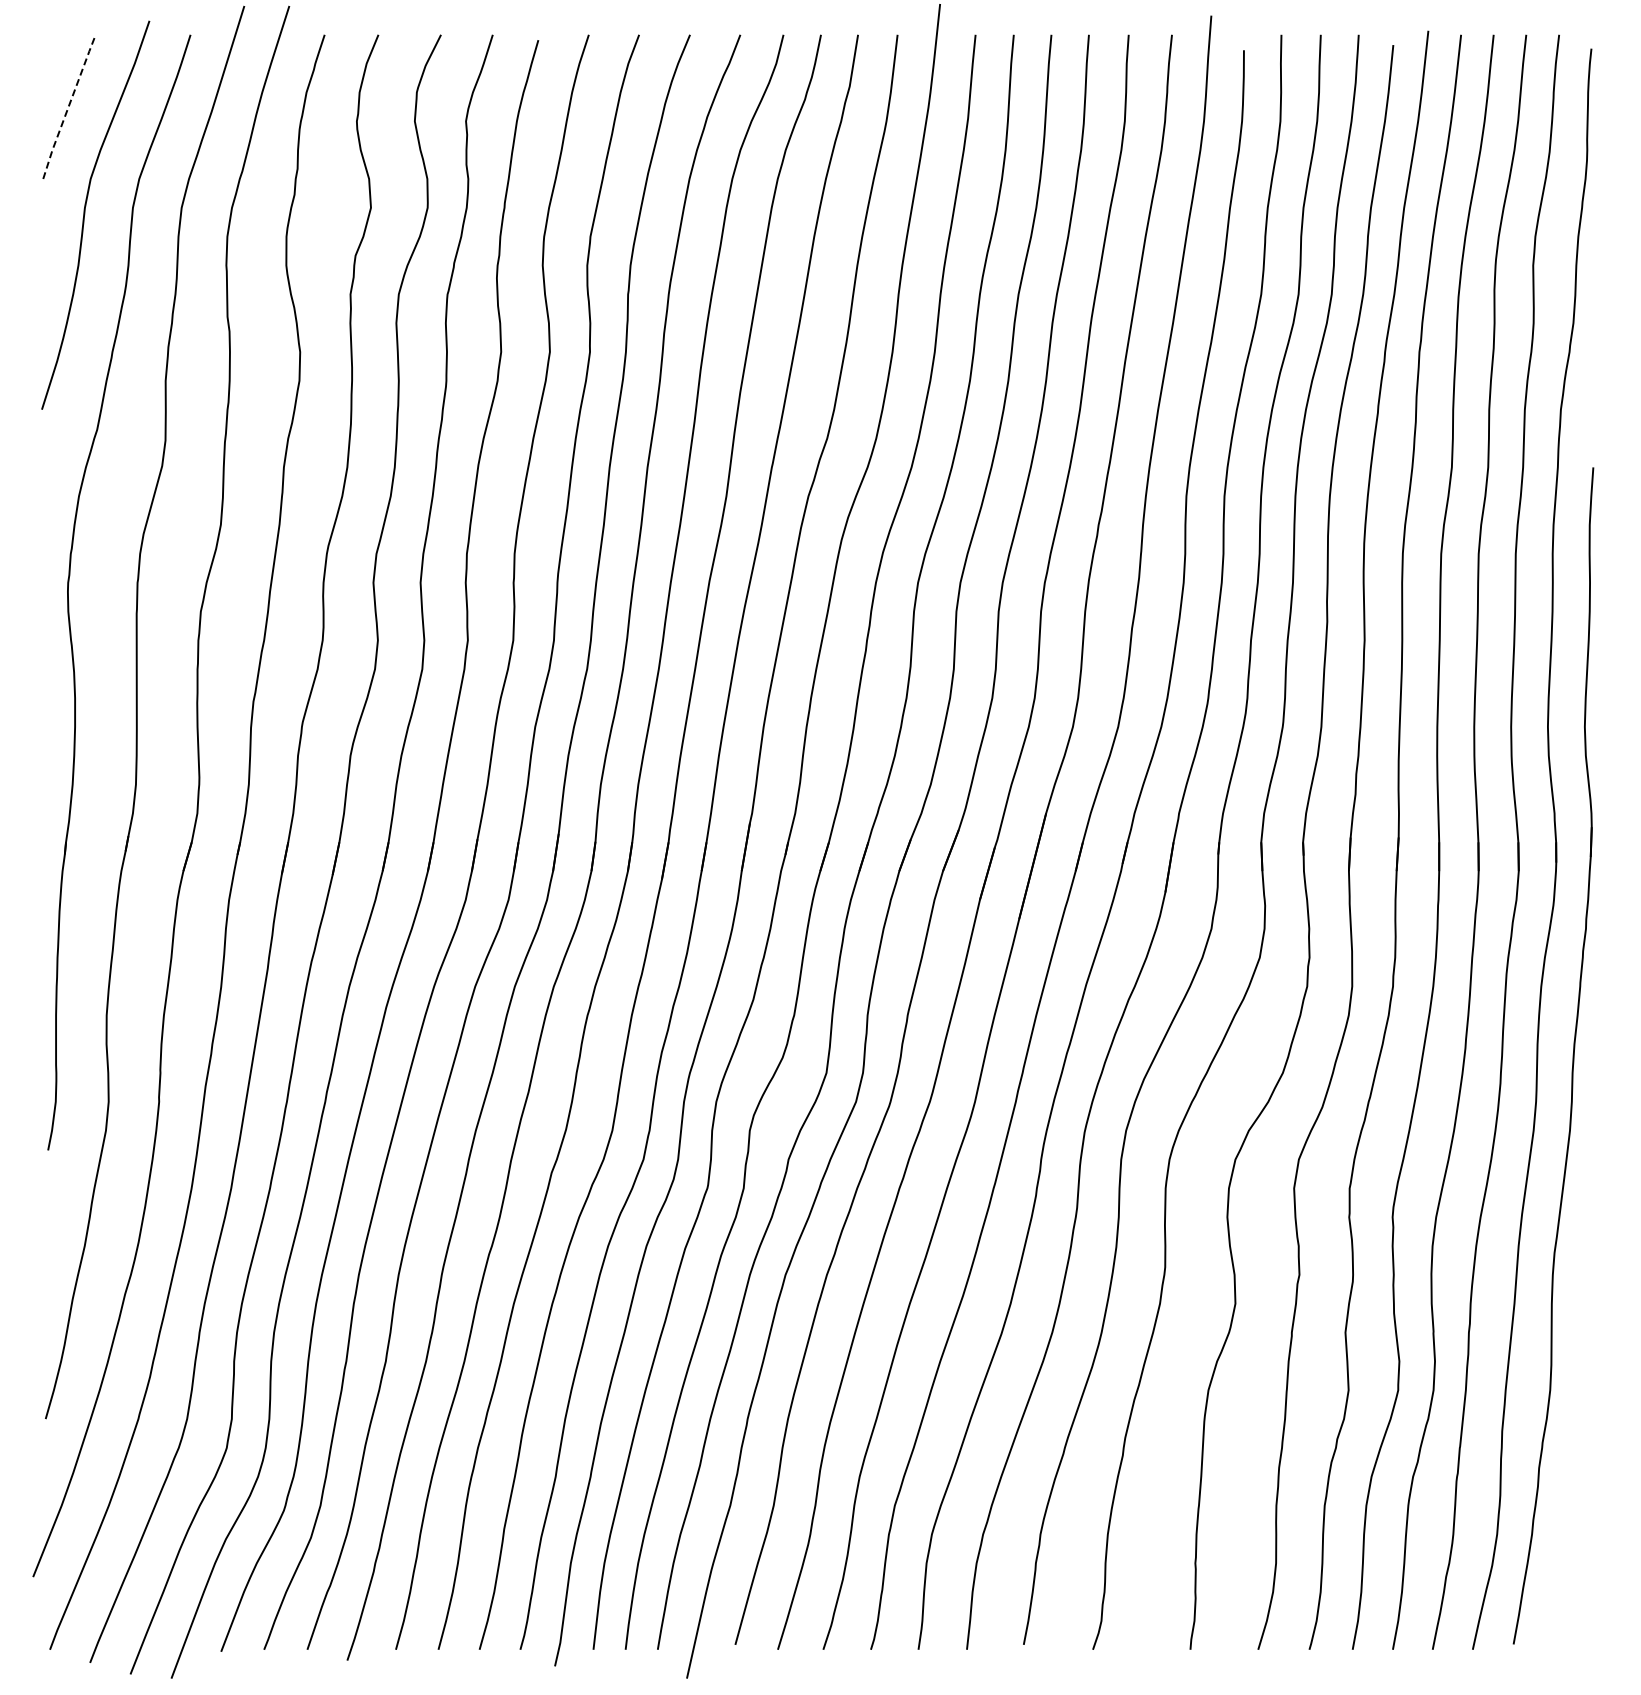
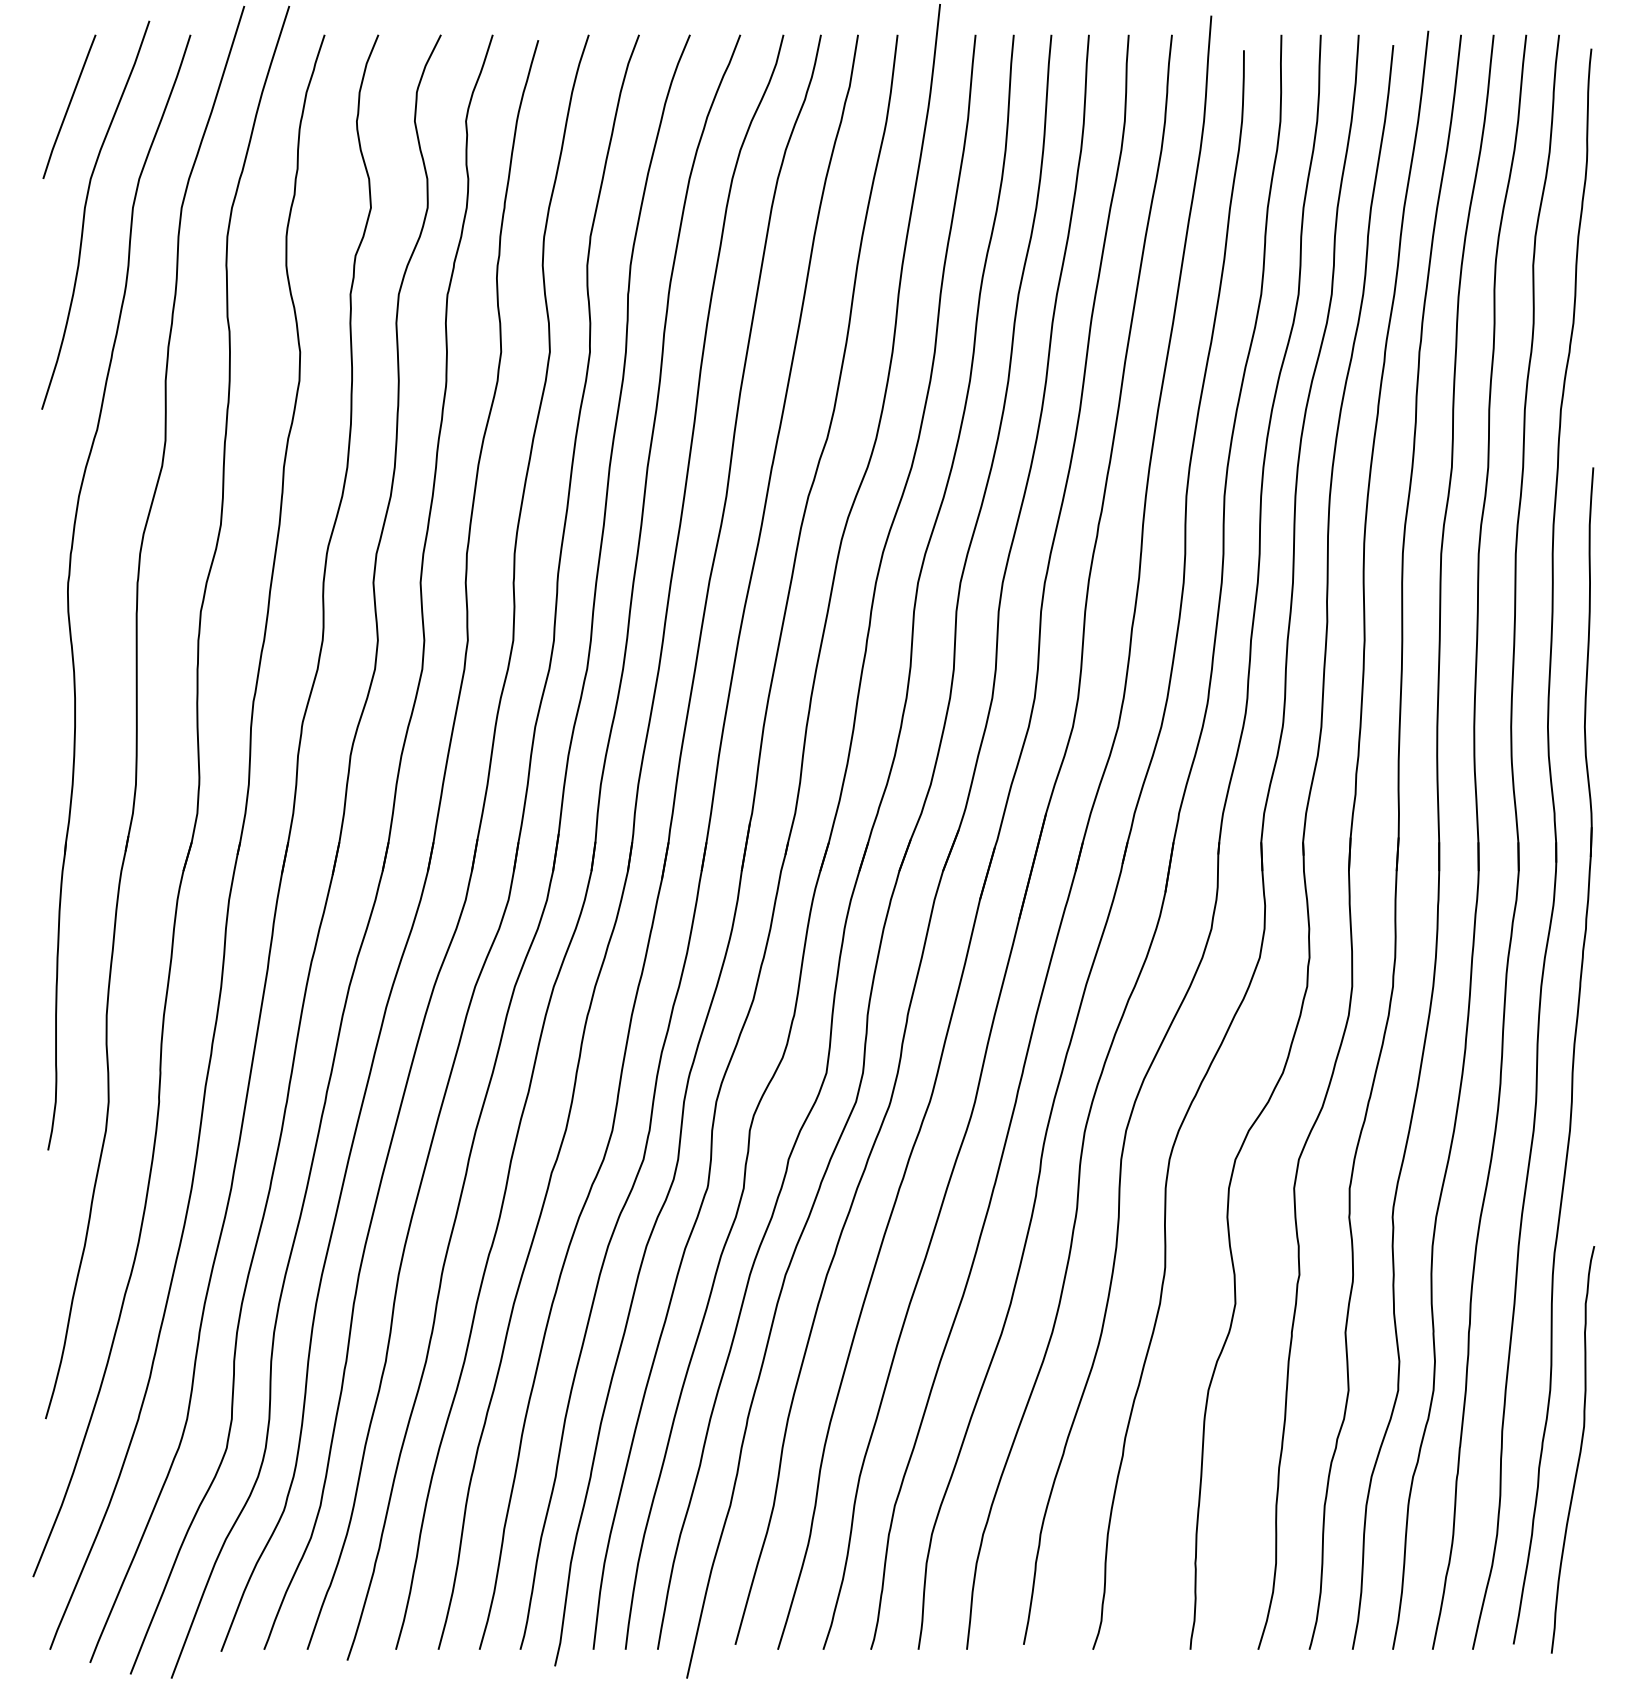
line at (68, 106): dashed -> solid
curve at (1579, 1450): none -> present
